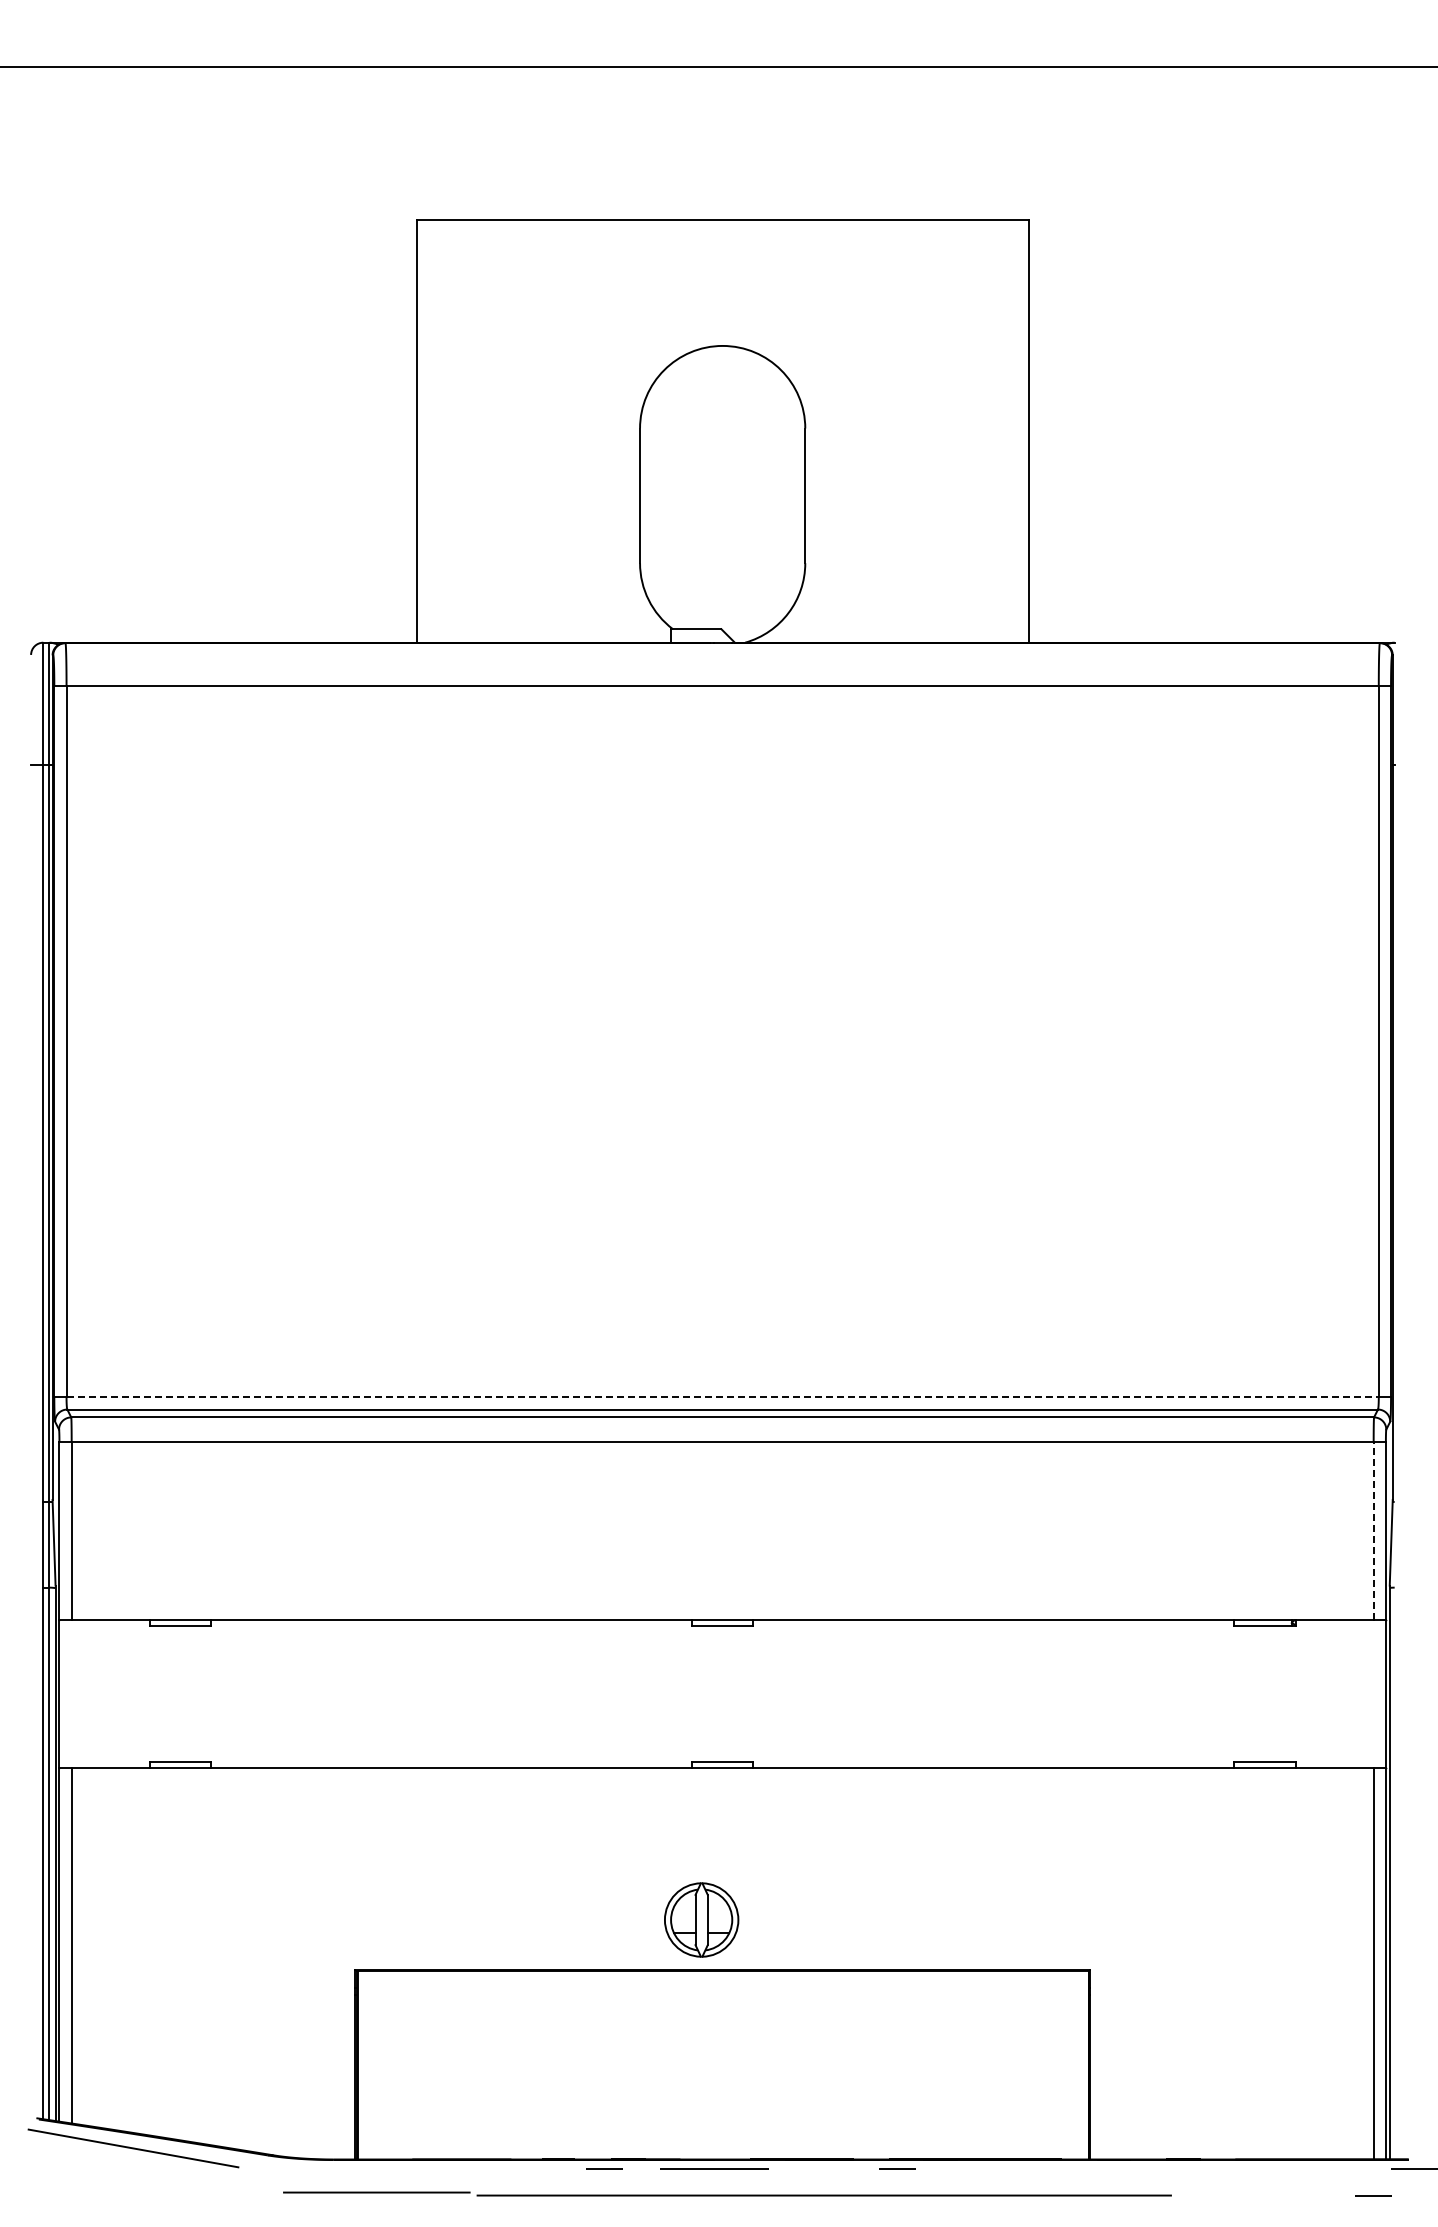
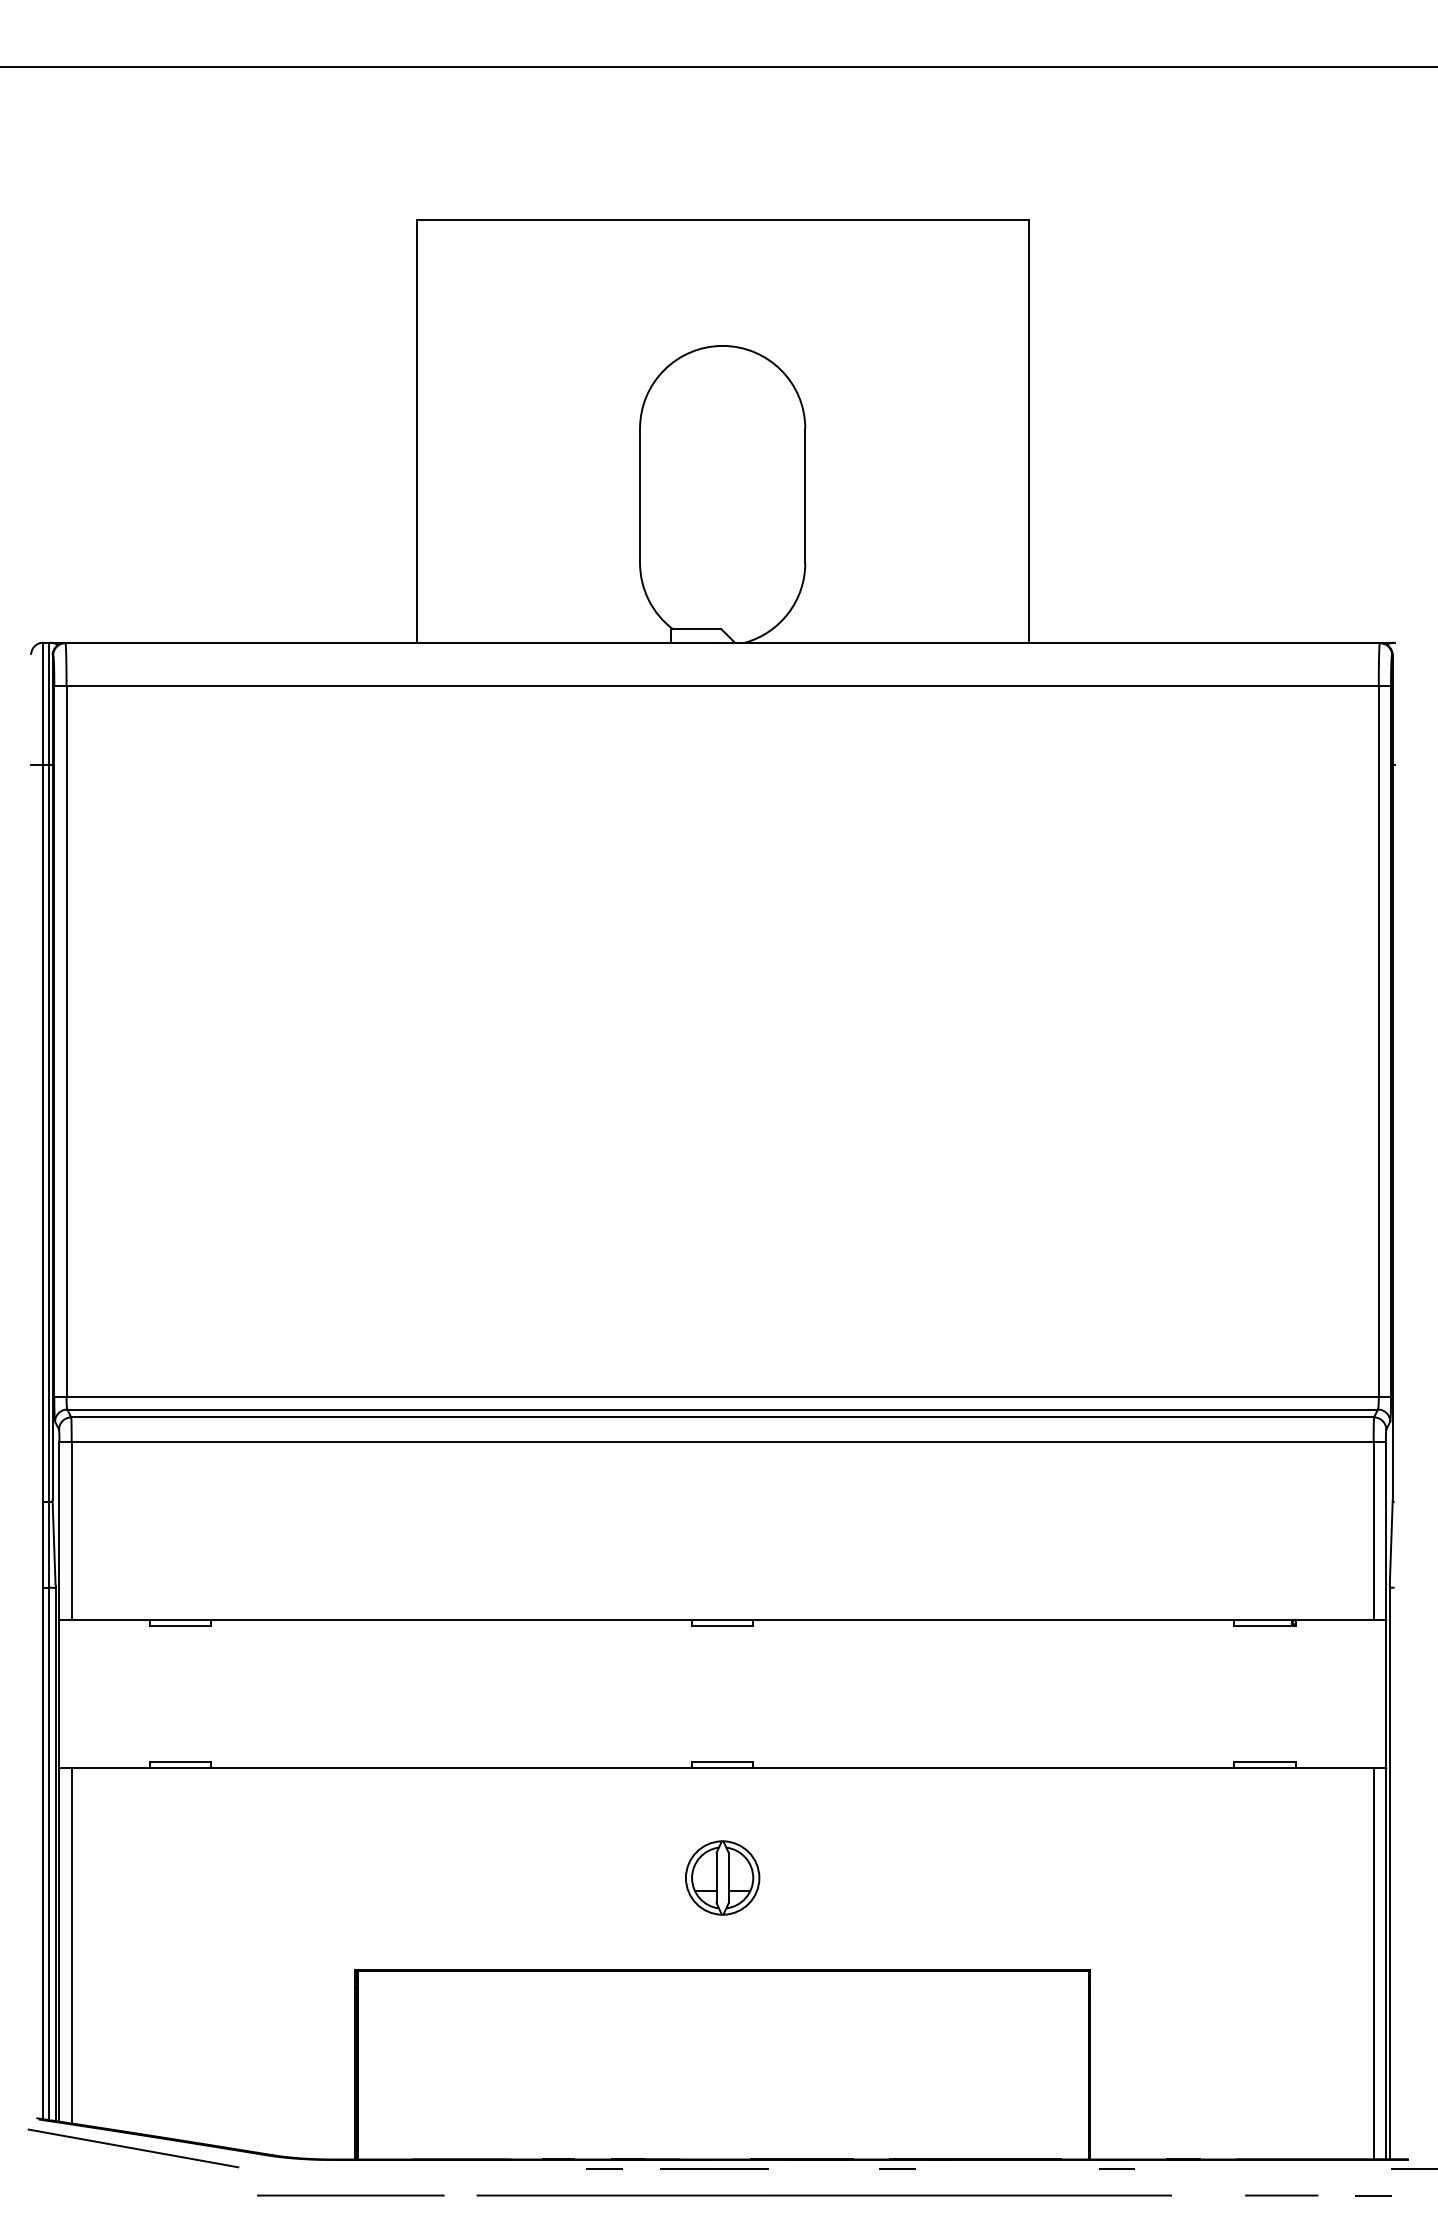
line at (723, 1397): dashed -> solid
line at (1373, 1530): dashed -> solid
part at (701, 1919) position: (701, 1919) -> (722, 1877)
line at (1116, 2168): none -> present
line at (376, 2192) position: (376, 2192) -> (350, 2195)
line at (1281, 2195): none -> present
